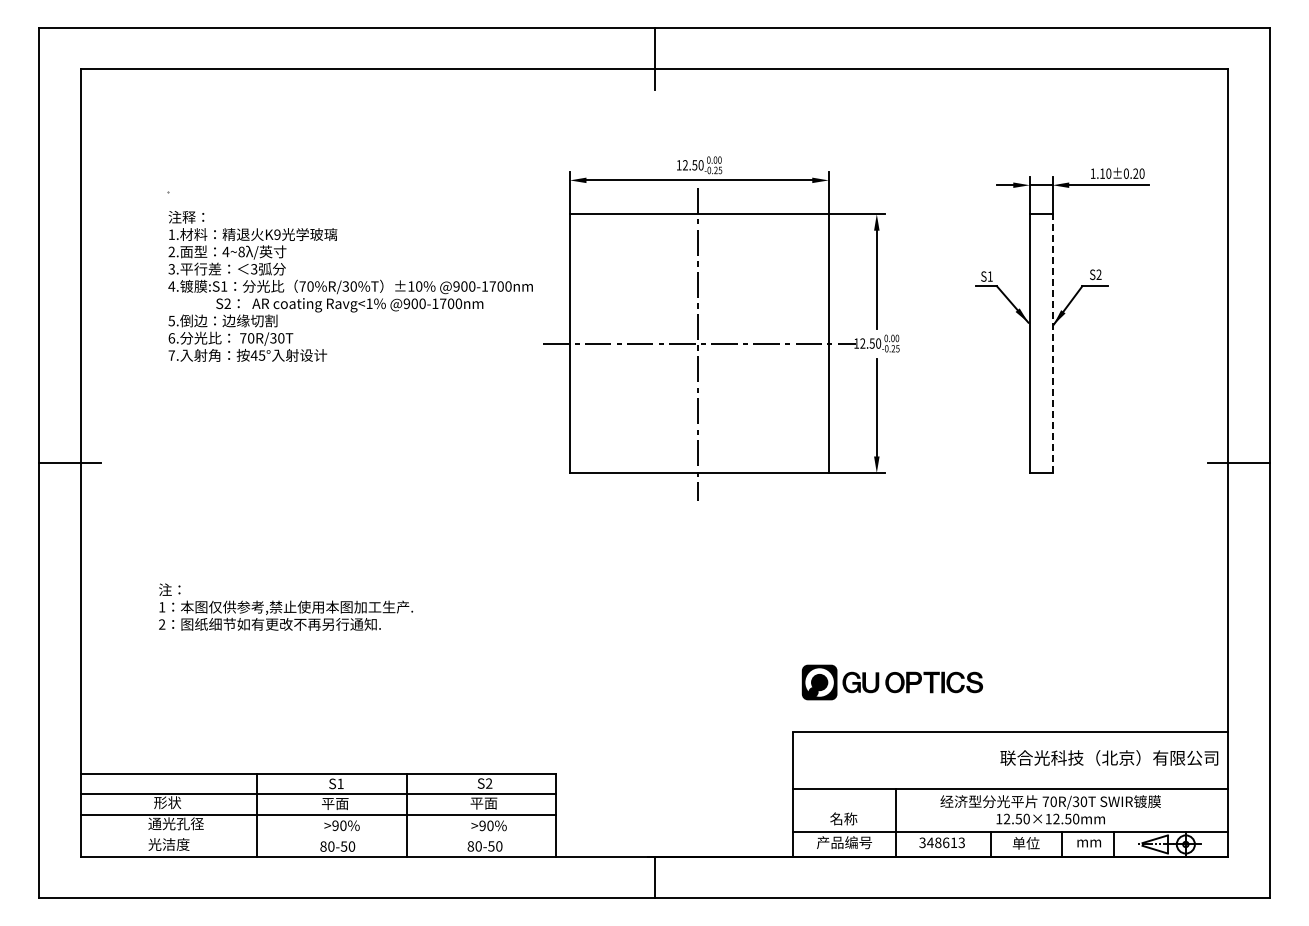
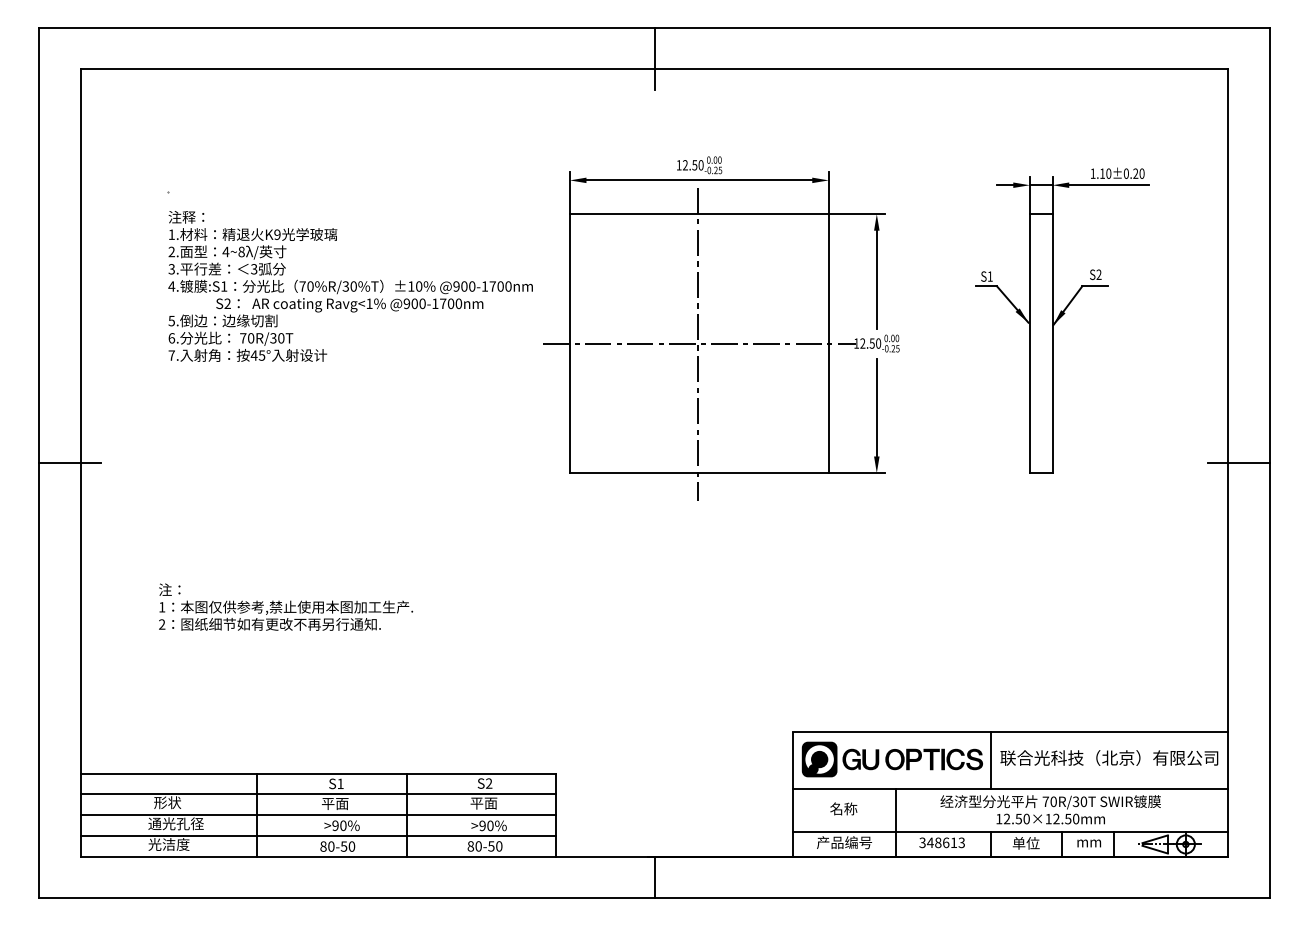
line at (1052, 343): dashed -> solid
part at (891, 682) position: (891, 682) -> (891, 759)
line at (990, 760): none -> present
text at (843, 818) position: (843, 818) -> (843, 808)
line at (317, 835): none -> present
